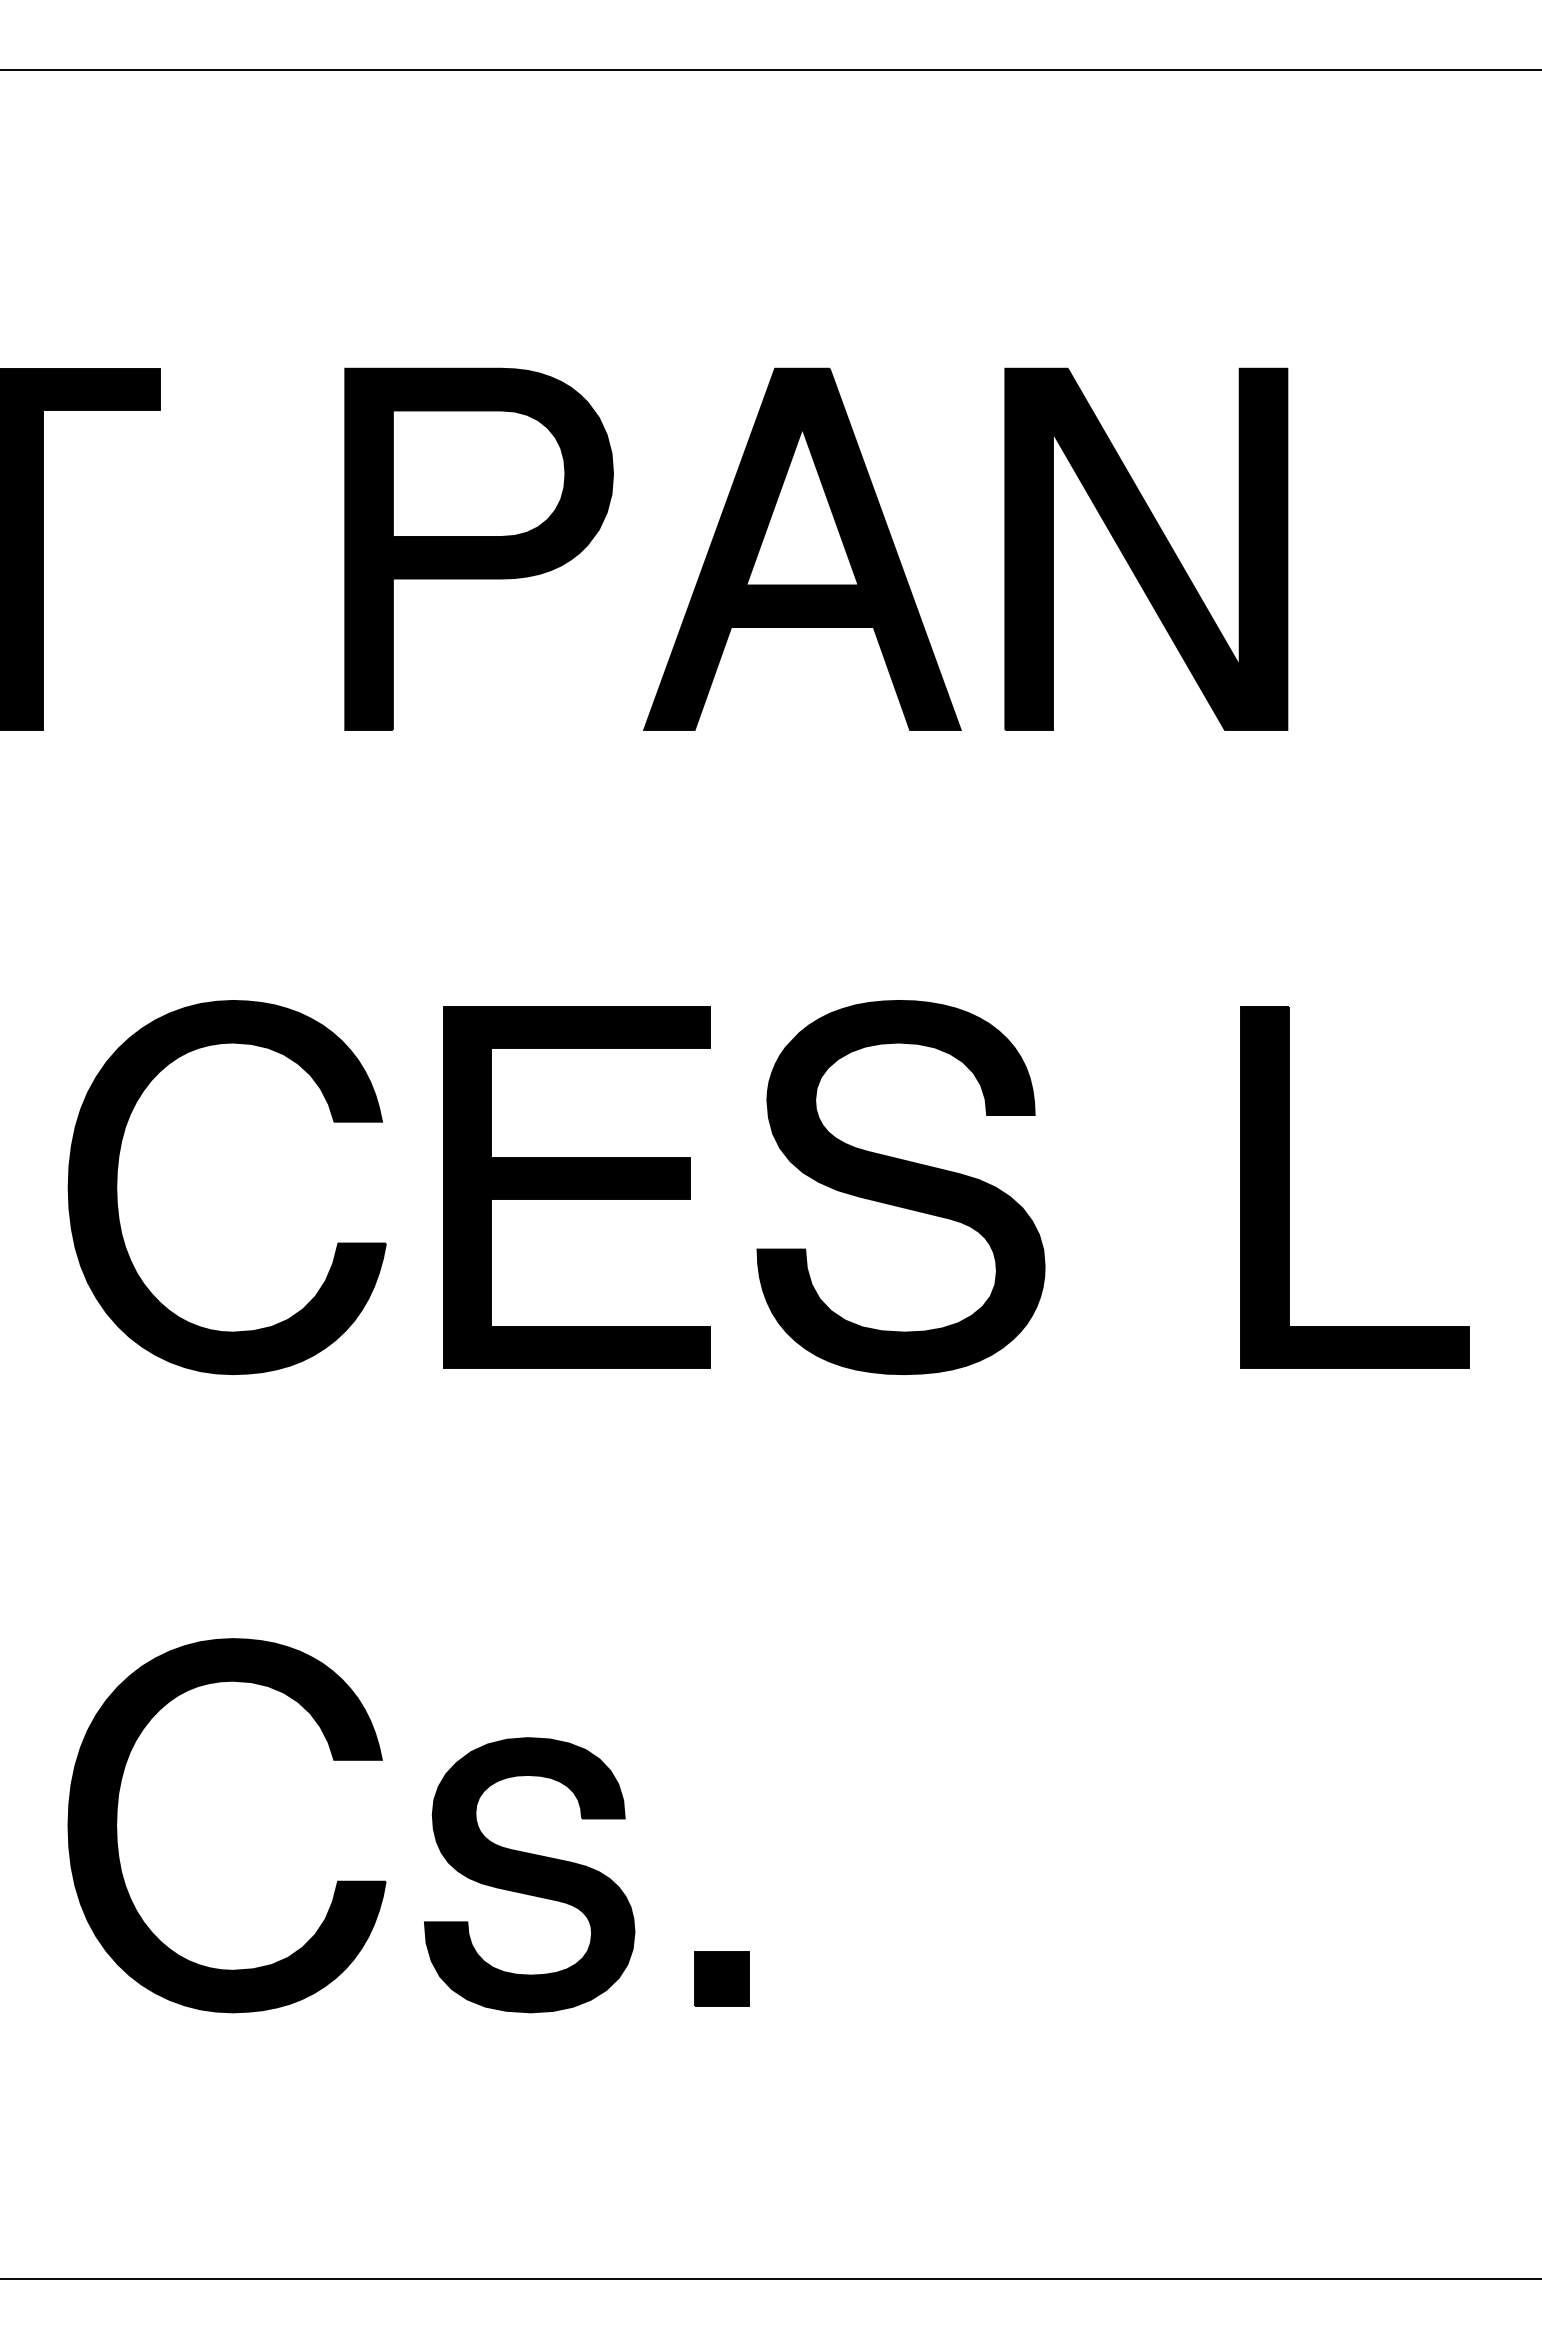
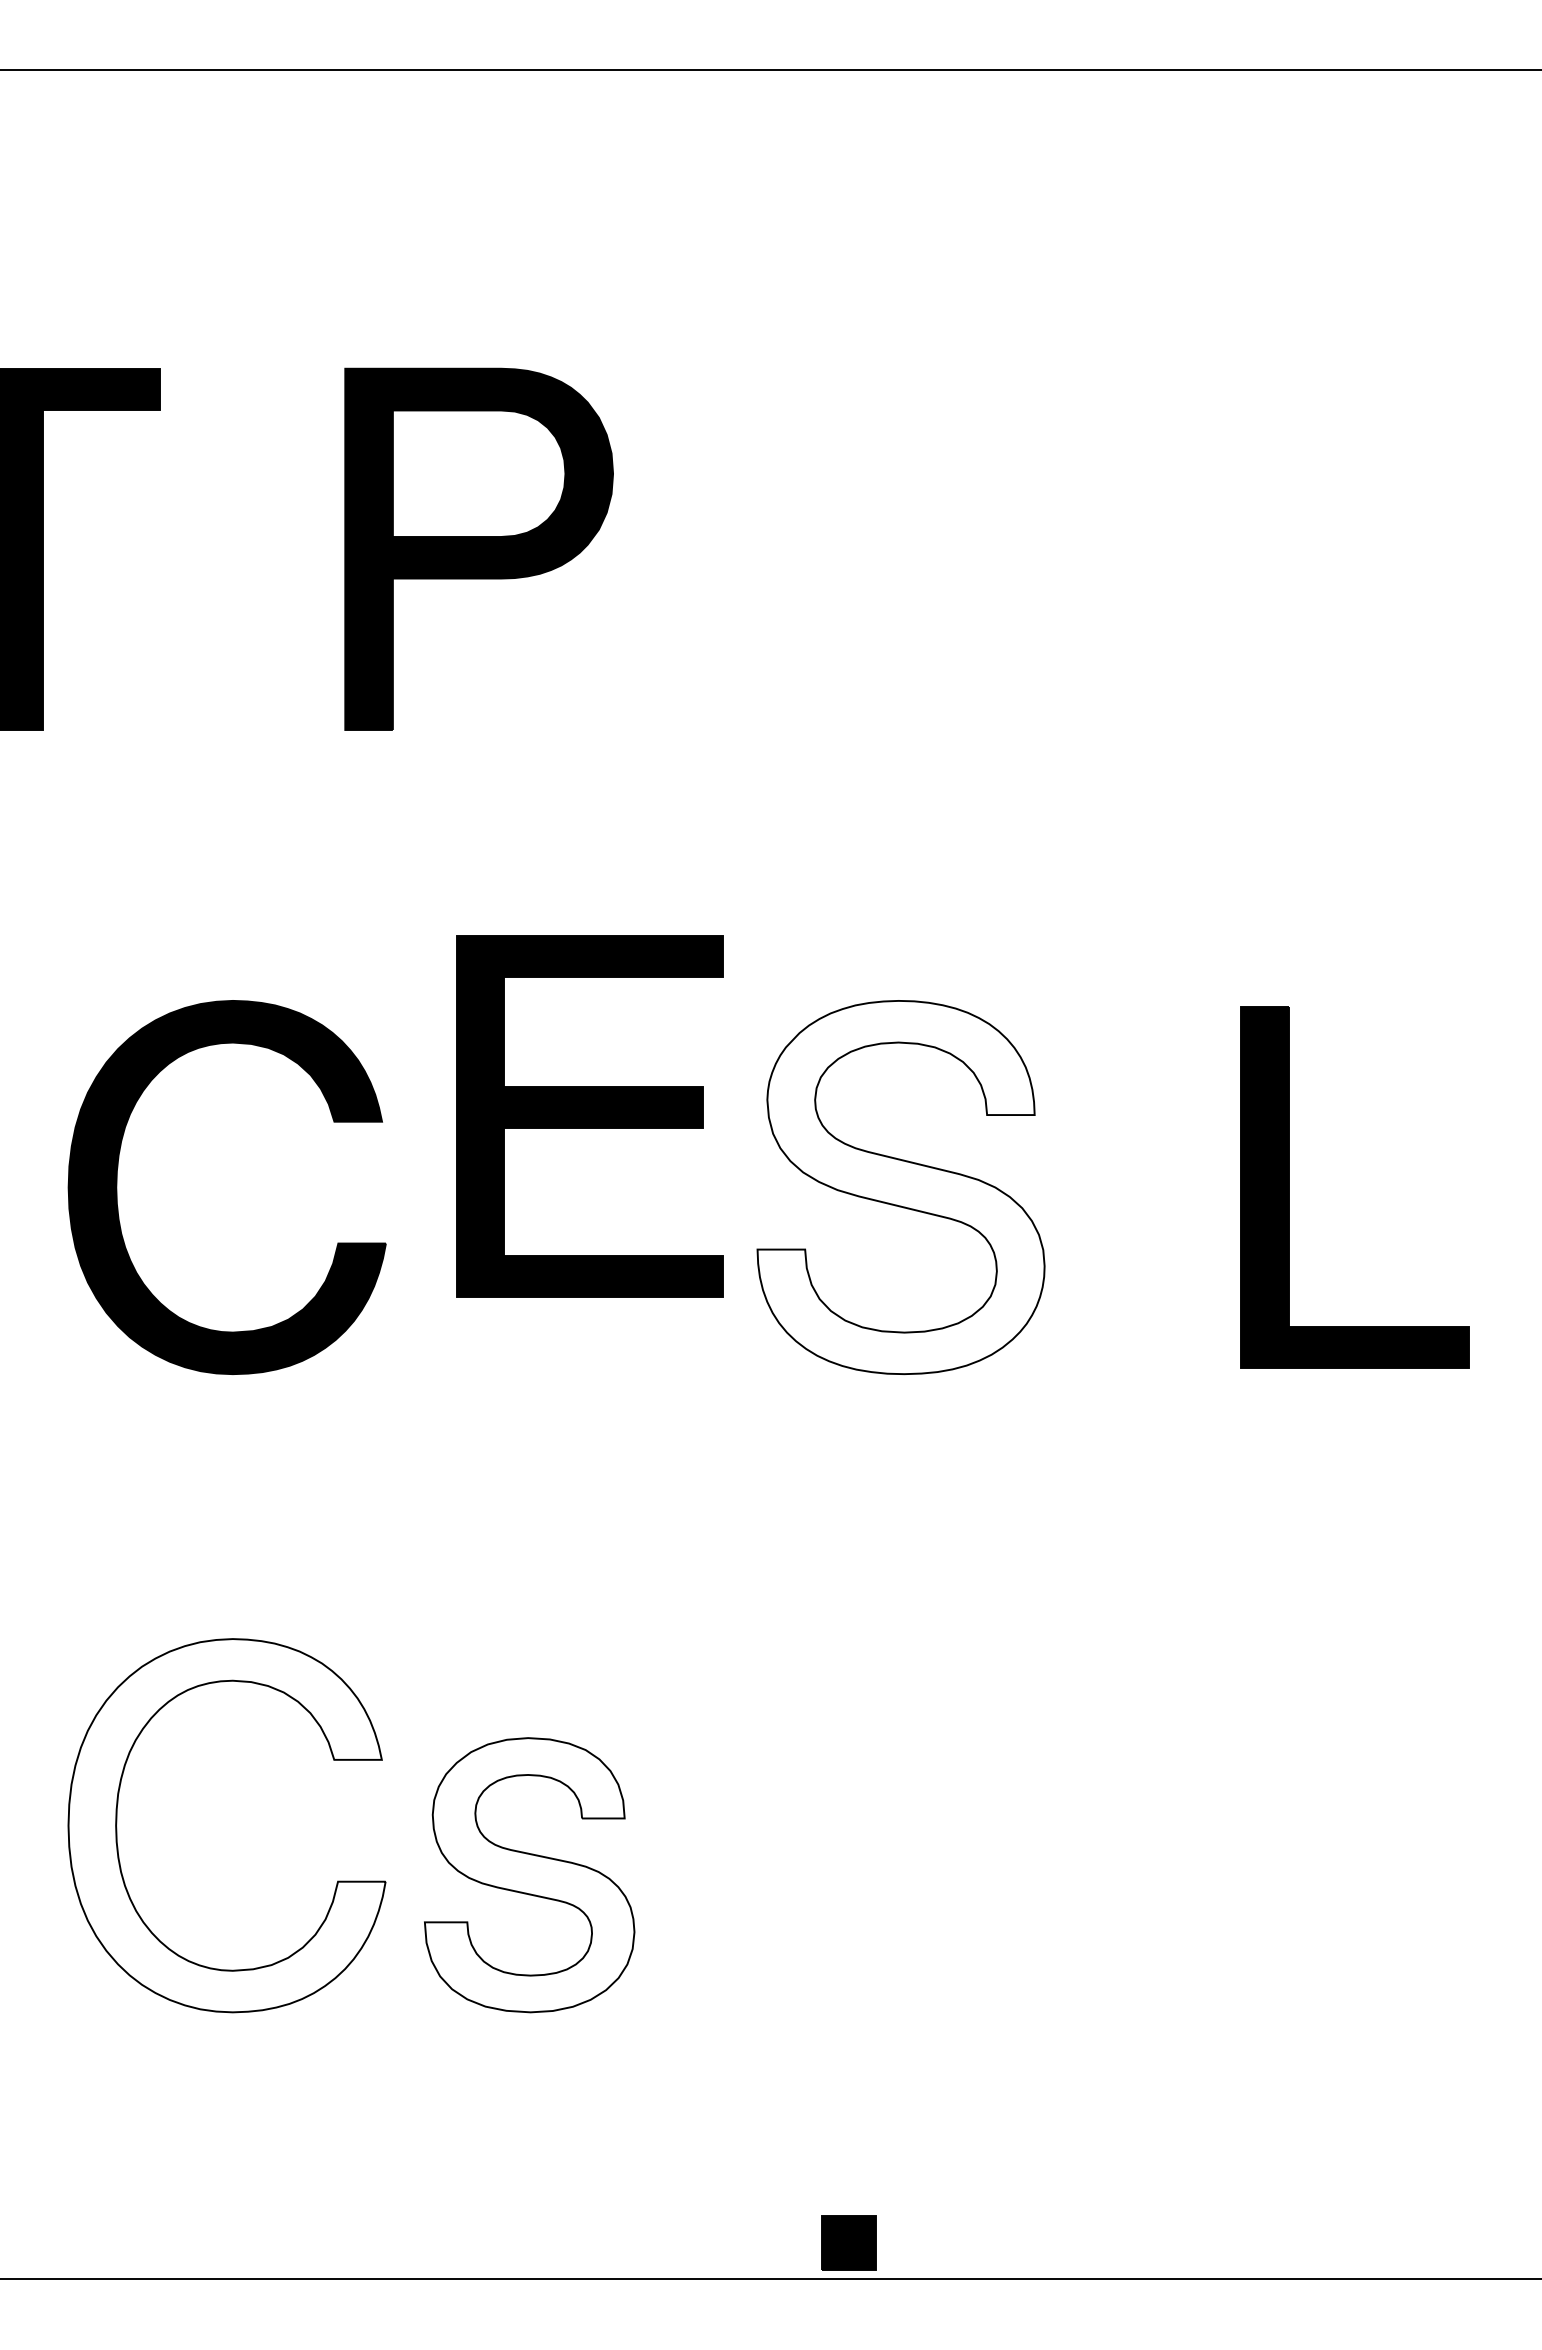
part at (802, 548): present -> none
part at (1146, 548): present -> none
part at (576, 1187) position: (576, 1187) -> (589, 1116)
fill at (900, 1187): present -> none
fill at (226, 1825): present -> none
fill at (529, 1875): present -> none
part at (721, 1978) position: (721, 1978) -> (848, 2242)
